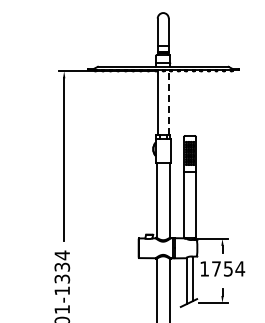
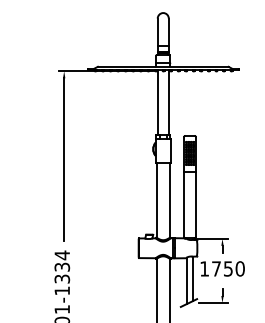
line at (168, 102): dashed -> solid
text at (240, 268): 1754 -> 1750
